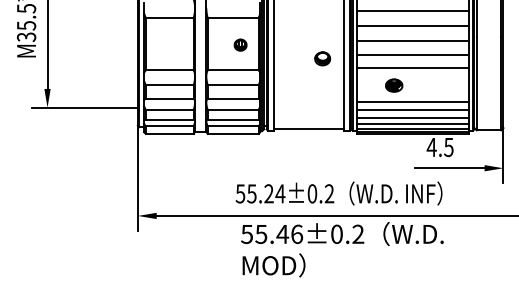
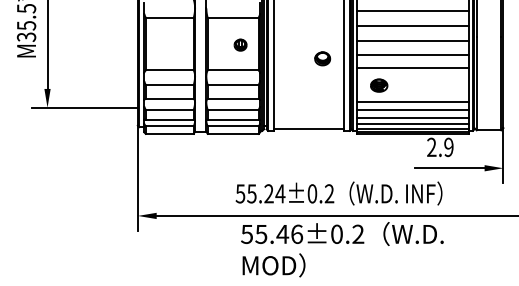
part at (394, 85) position: (394, 85) -> (379, 85)
text at (439, 146): 4.5 -> 2.9
